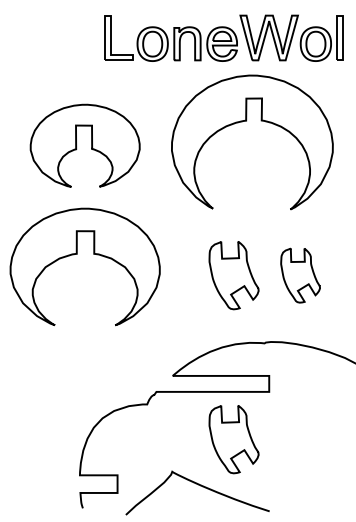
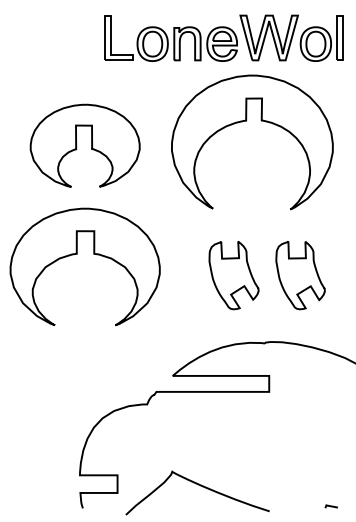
part at (300, 275) size: 41x57 px -> 51x70 px
part at (233, 439): present -> none
line at (330, 506): none -> present
